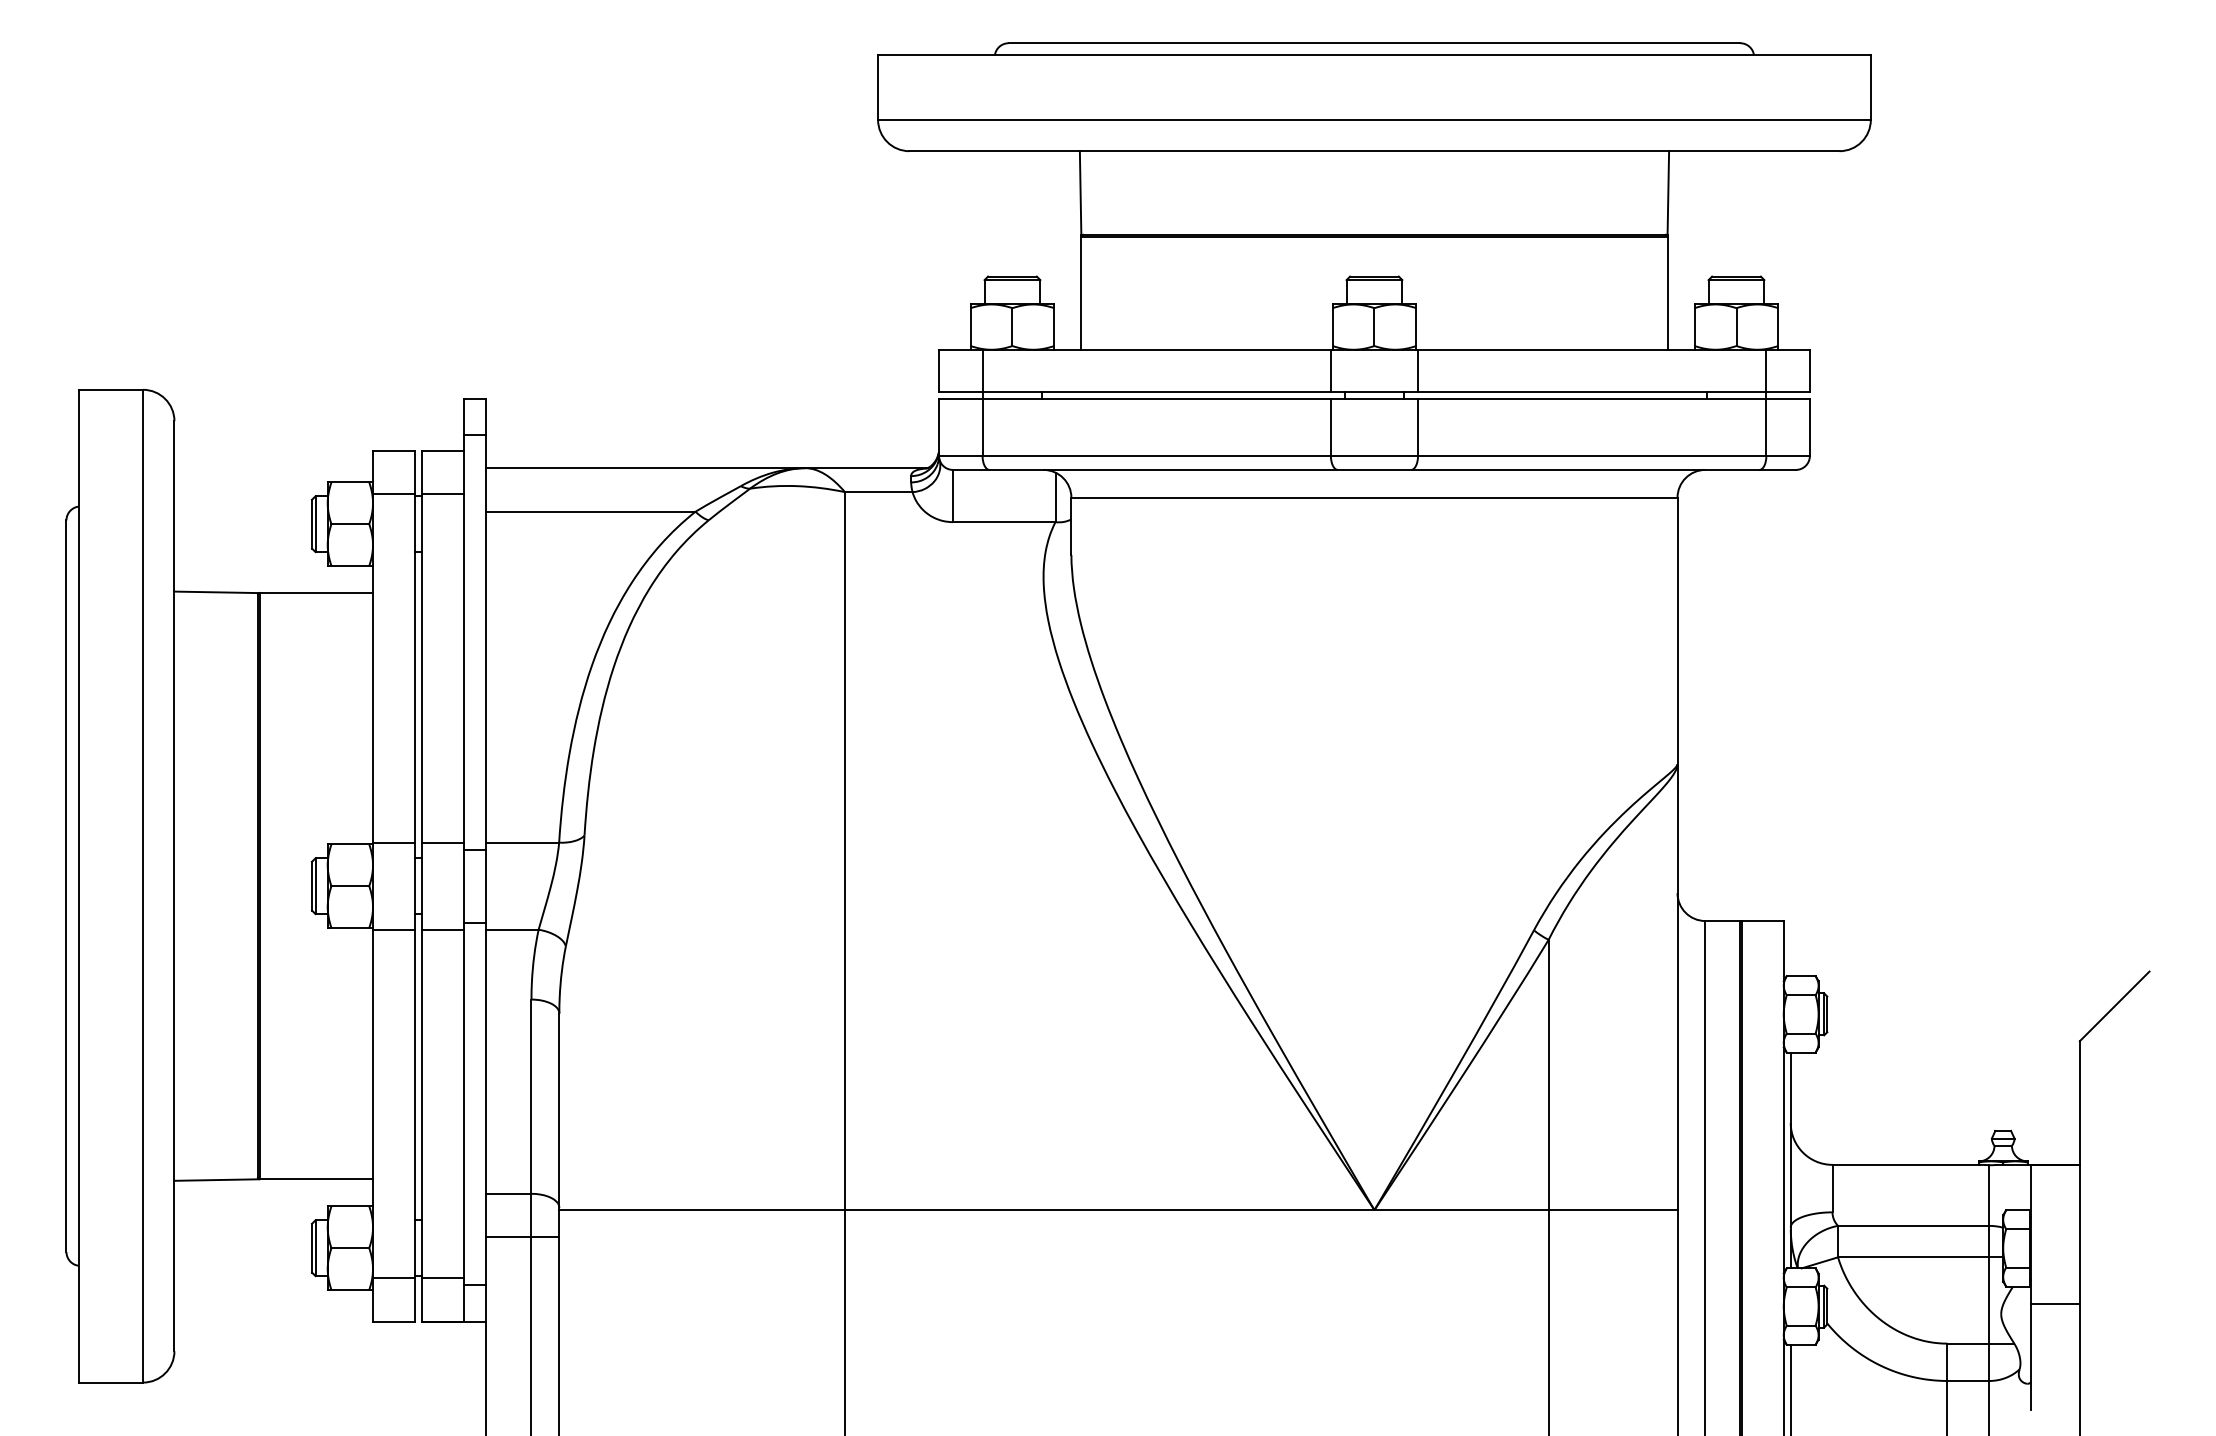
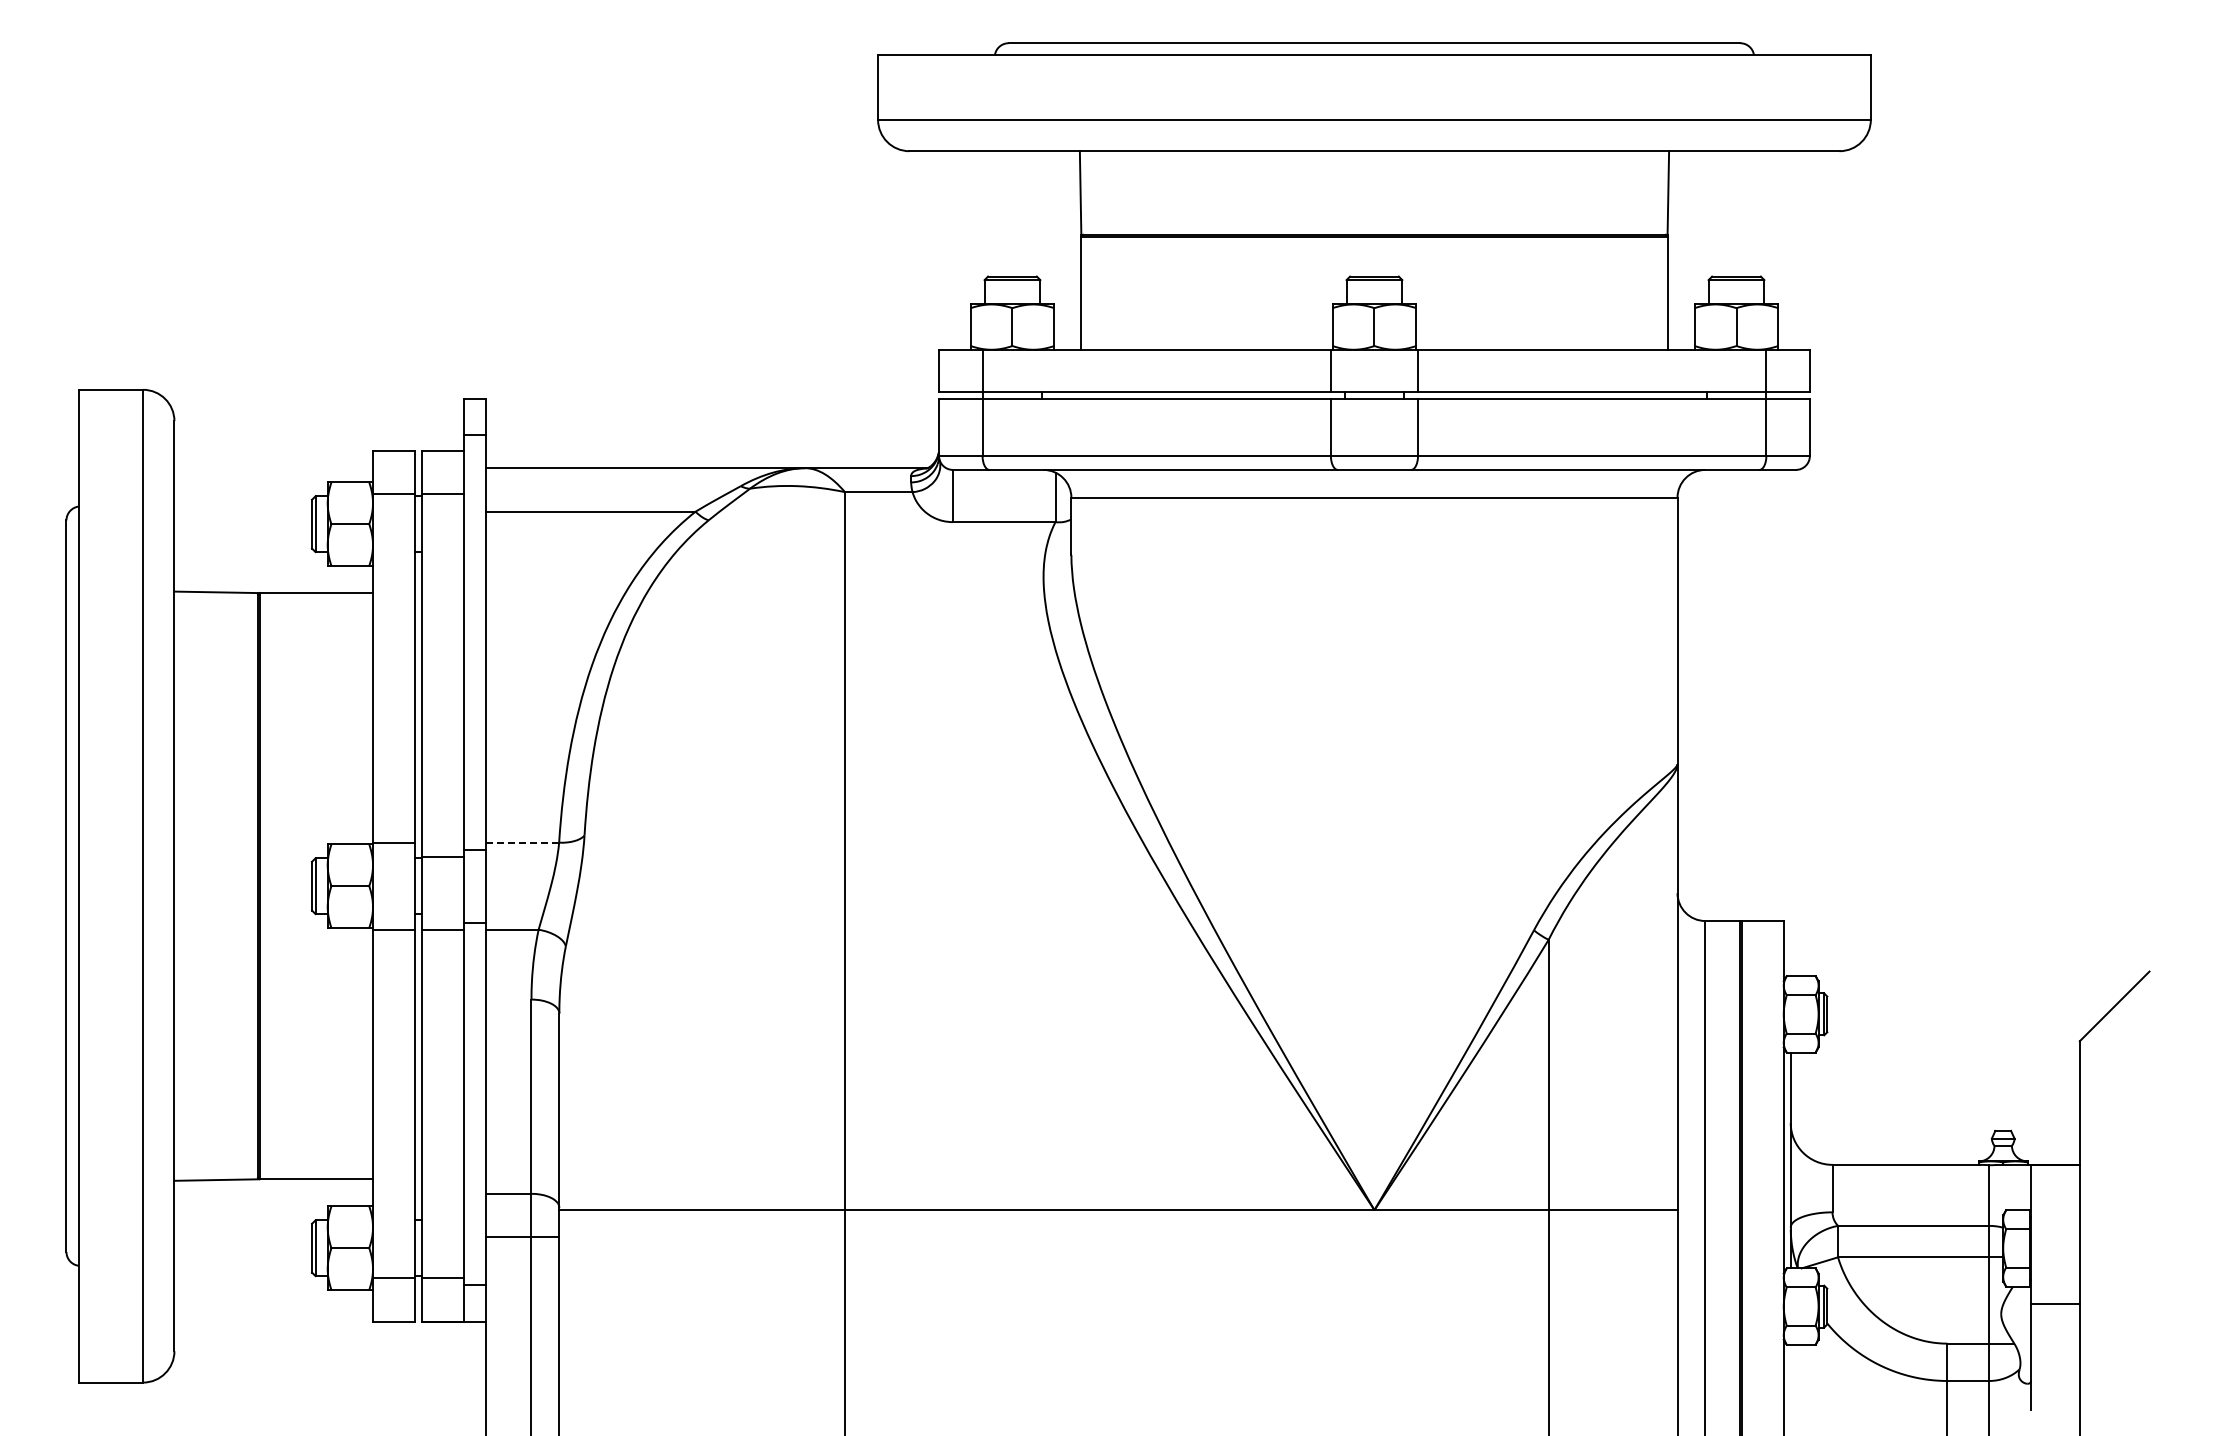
line at (442, 842) position: (442, 842) -> (442, 856)
line at (523, 842): solid -> dashed
line at (1790, 1388): present -> none
